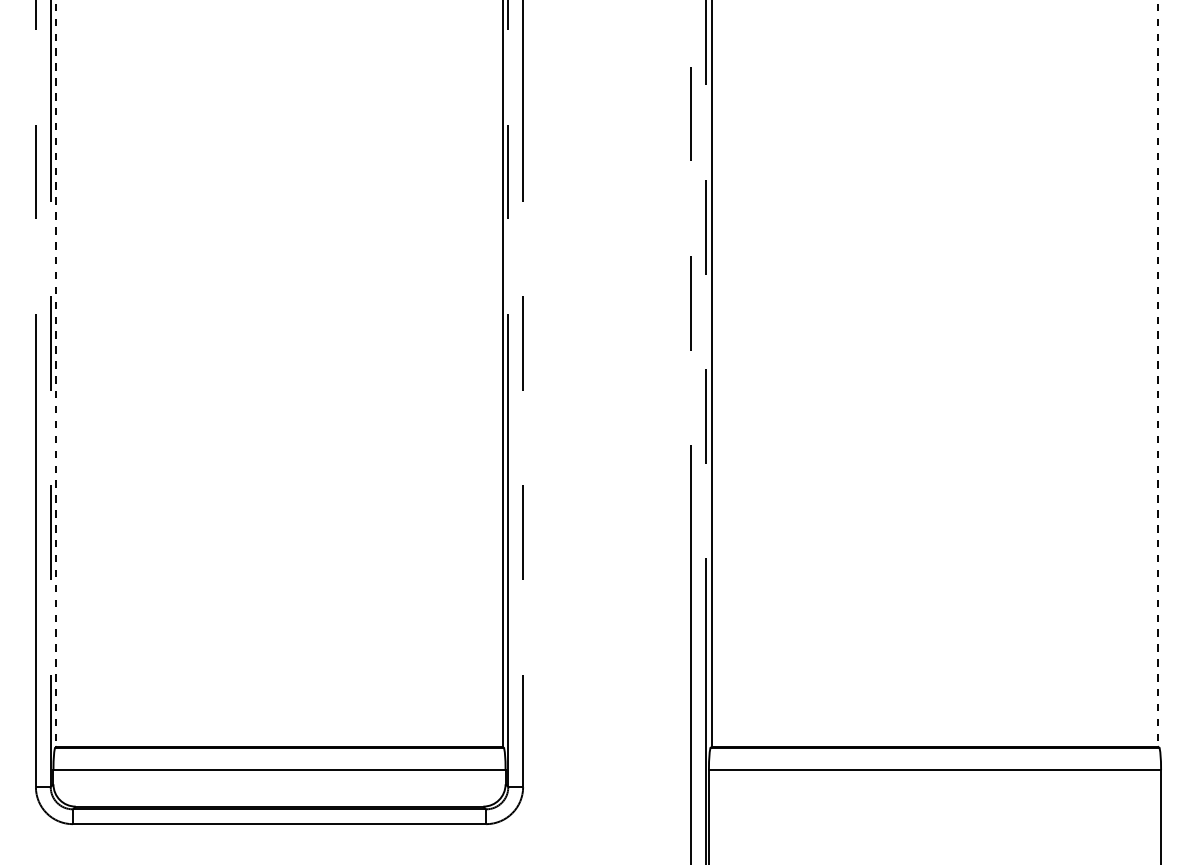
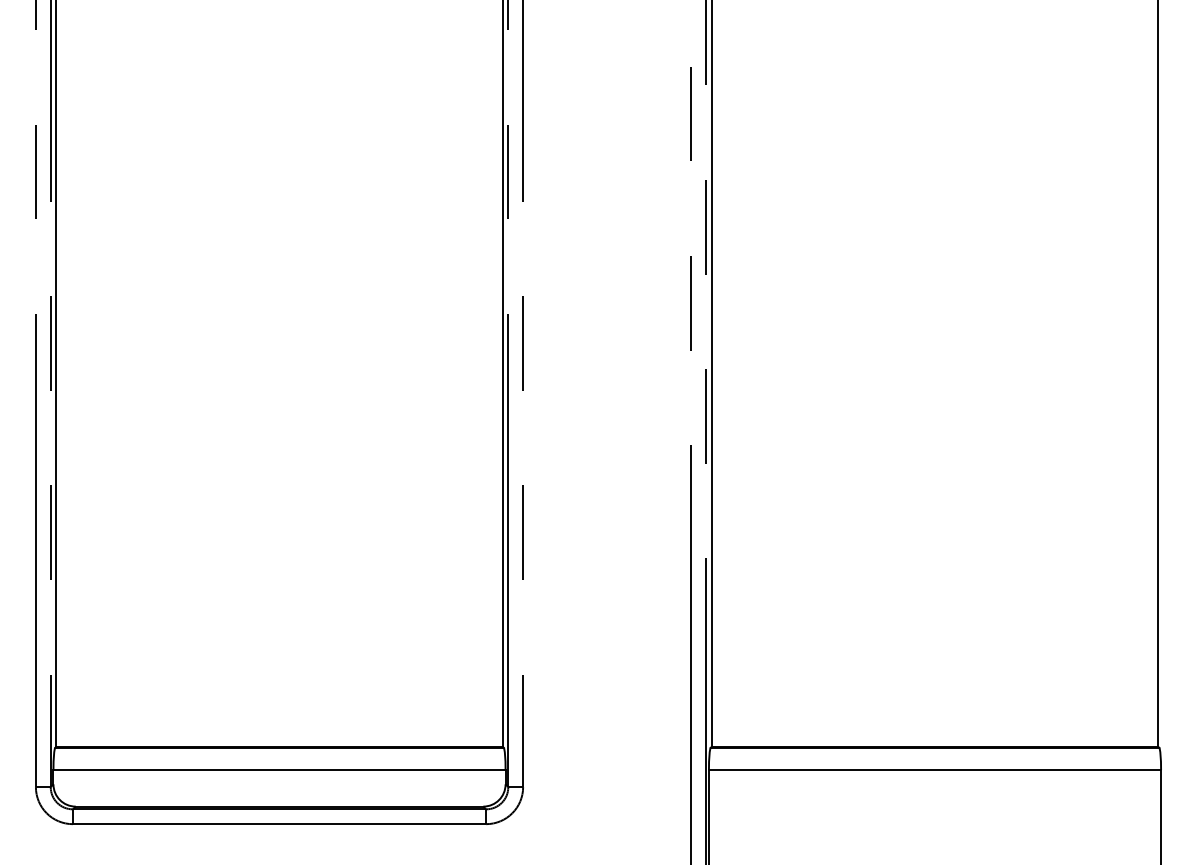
line at (56, 374): dashed -> solid
line at (1158, 374): dashed -> solid
